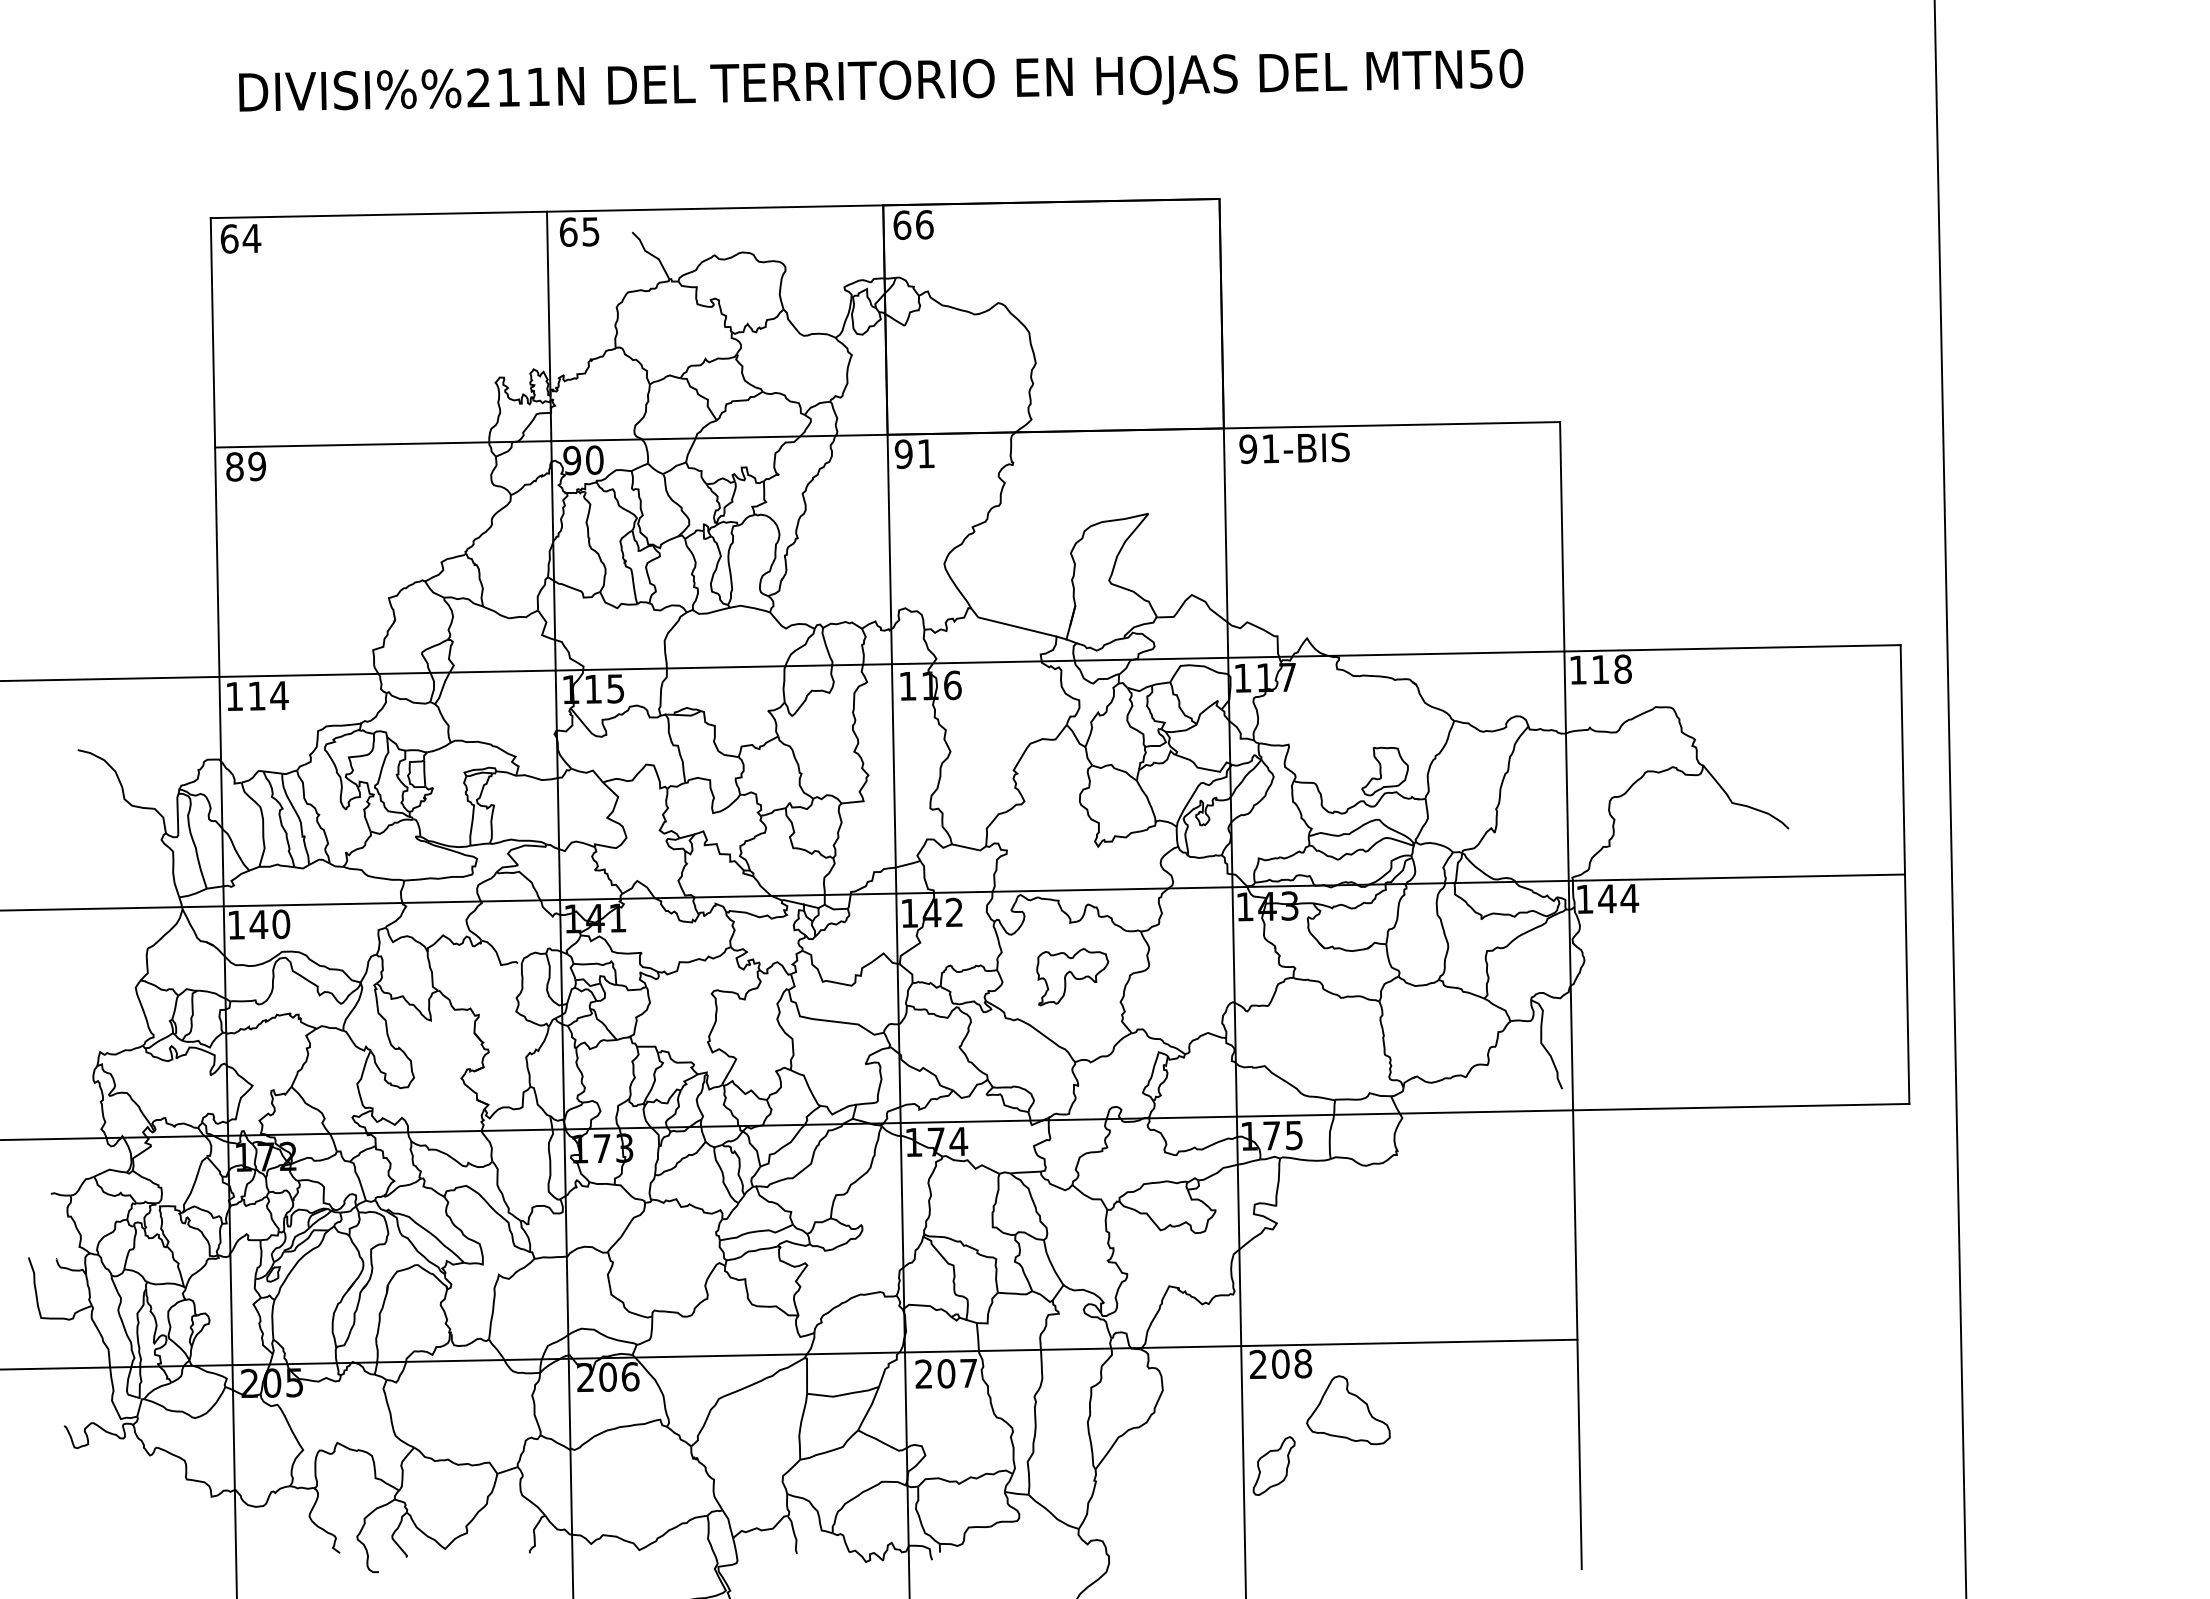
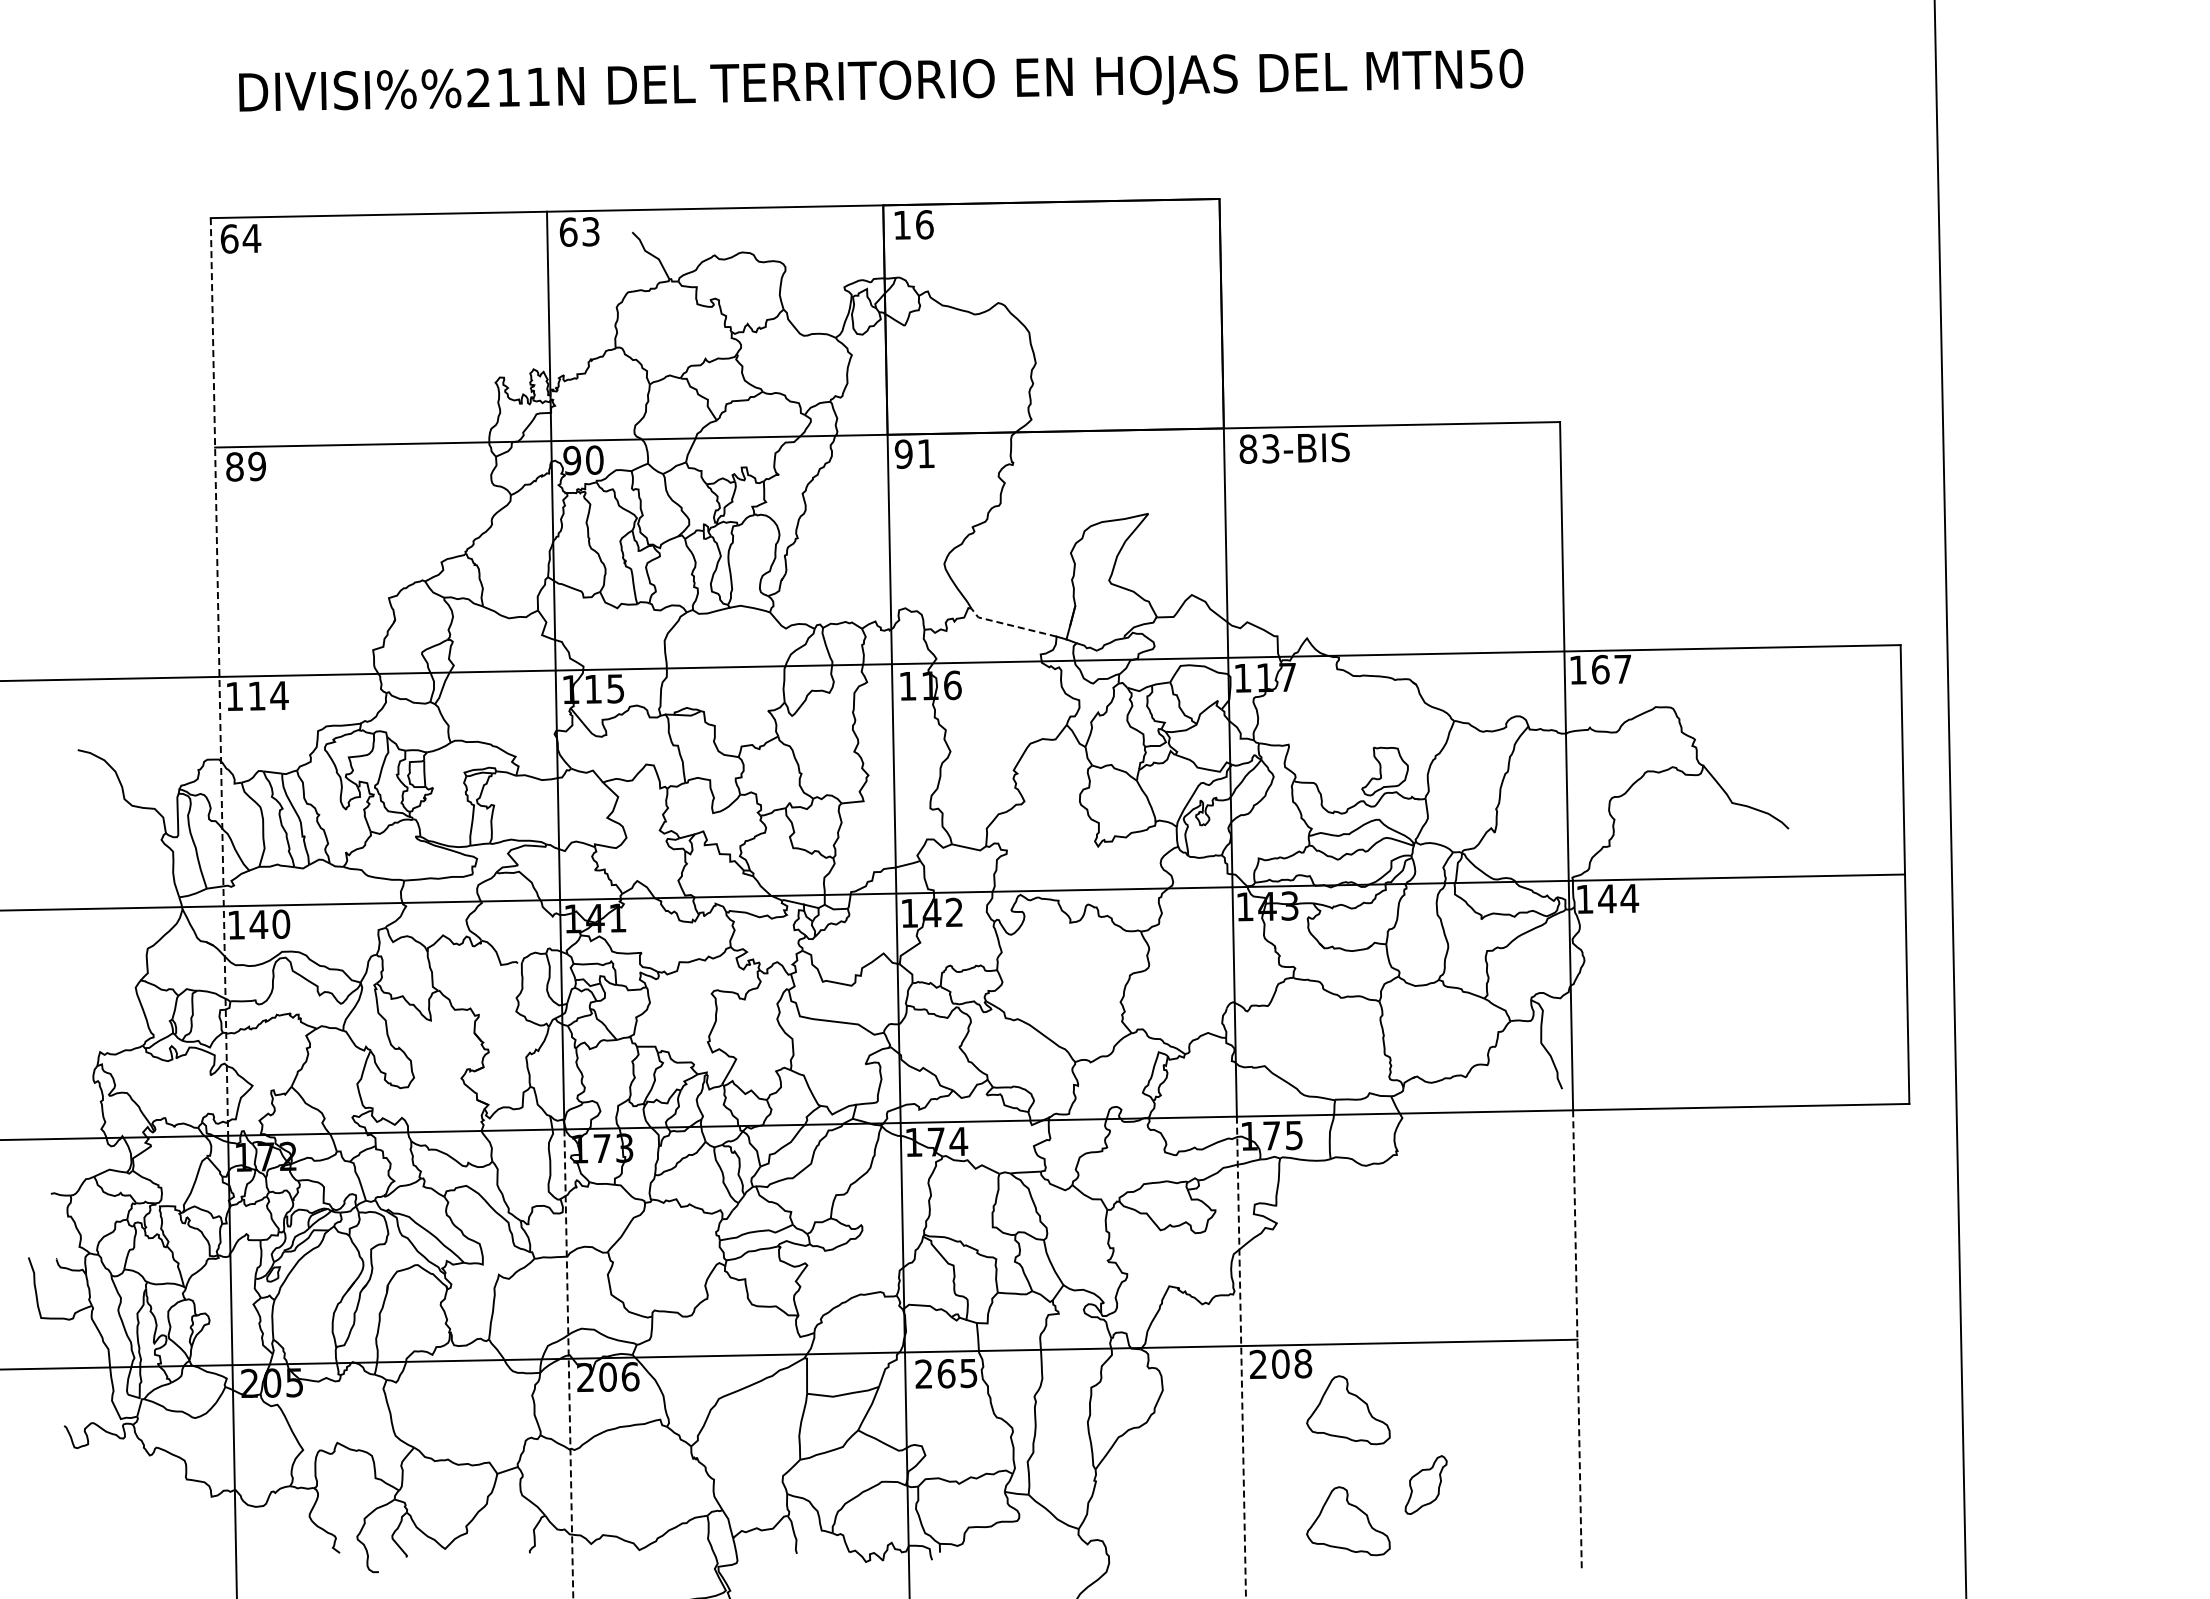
text at (902, 224): 66 -> 16
text at (591, 231): 65 -> 63
text at (1259, 449): 91-BIS -> 83-BIS
line at (1011, 625): solid -> dashed
text at (1611, 669): 118 -> 167
line at (219, 676): solid -> dashed
part at (1072, 977): present -> none
line at (1577, 1340): solid -> dashed
line at (1241, 1357): solid -> dashed
line at (568, 1364): solid -> dashed
text at (957, 1373): 207 -> 265
part at (1273, 1465) position: (1273, 1465) -> (1425, 1484)
part at (1348, 1521): none -> present
